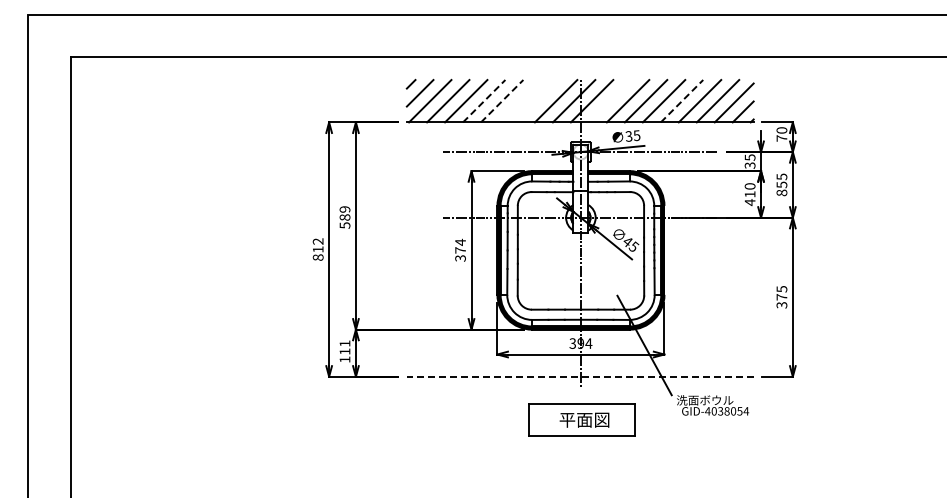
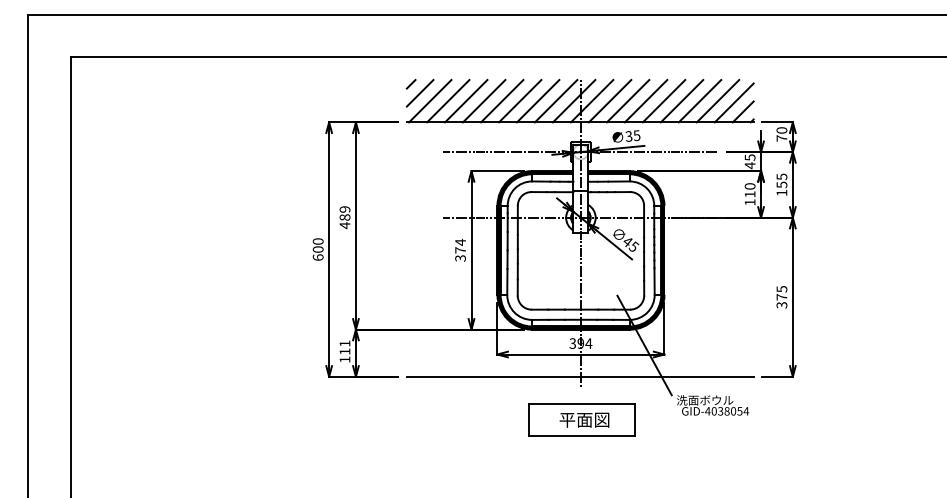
line at (484, 101): dashed -> solid
line at (502, 101): dashed -> solid
line at (519, 101): none -> present
line at (537, 101): none -> present
line at (609, 101): none -> present
line at (682, 101): dashed -> solid
text at (749, 165): 35 -> 45
text at (781, 192): 855 -> 155
text at (750, 202): 410 -> 110
text at (344, 225): 589 -> 489
text at (317, 249): 812 -> 600
line at (579, 376): dashed -> solid
